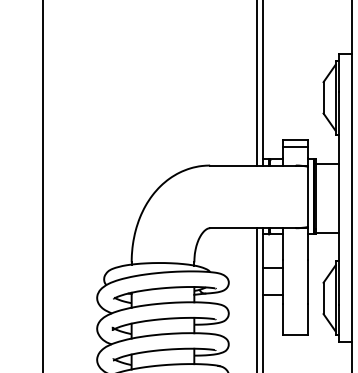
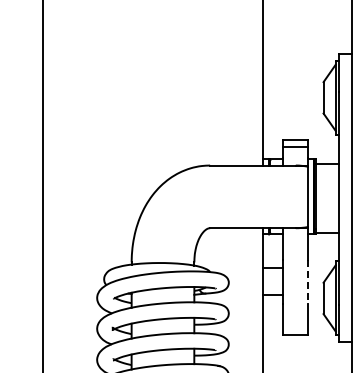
line at (256, 83): present -> none
line at (307, 282): solid -> dashed
line at (256, 298): present -> none
